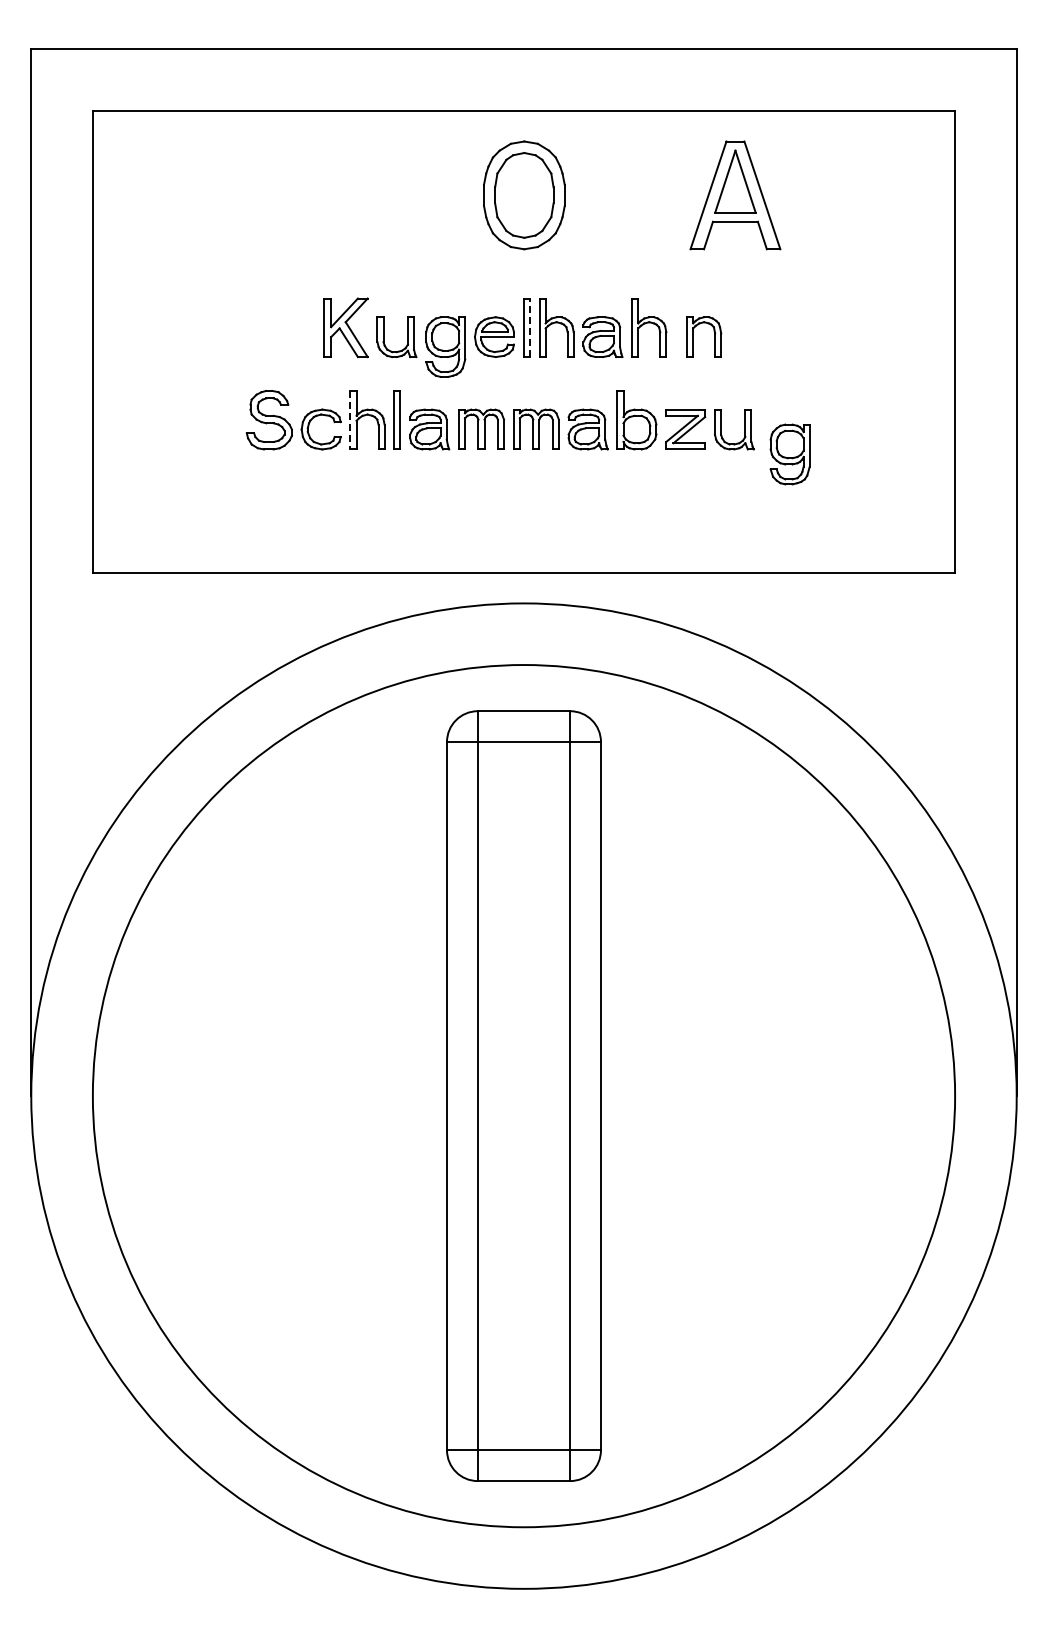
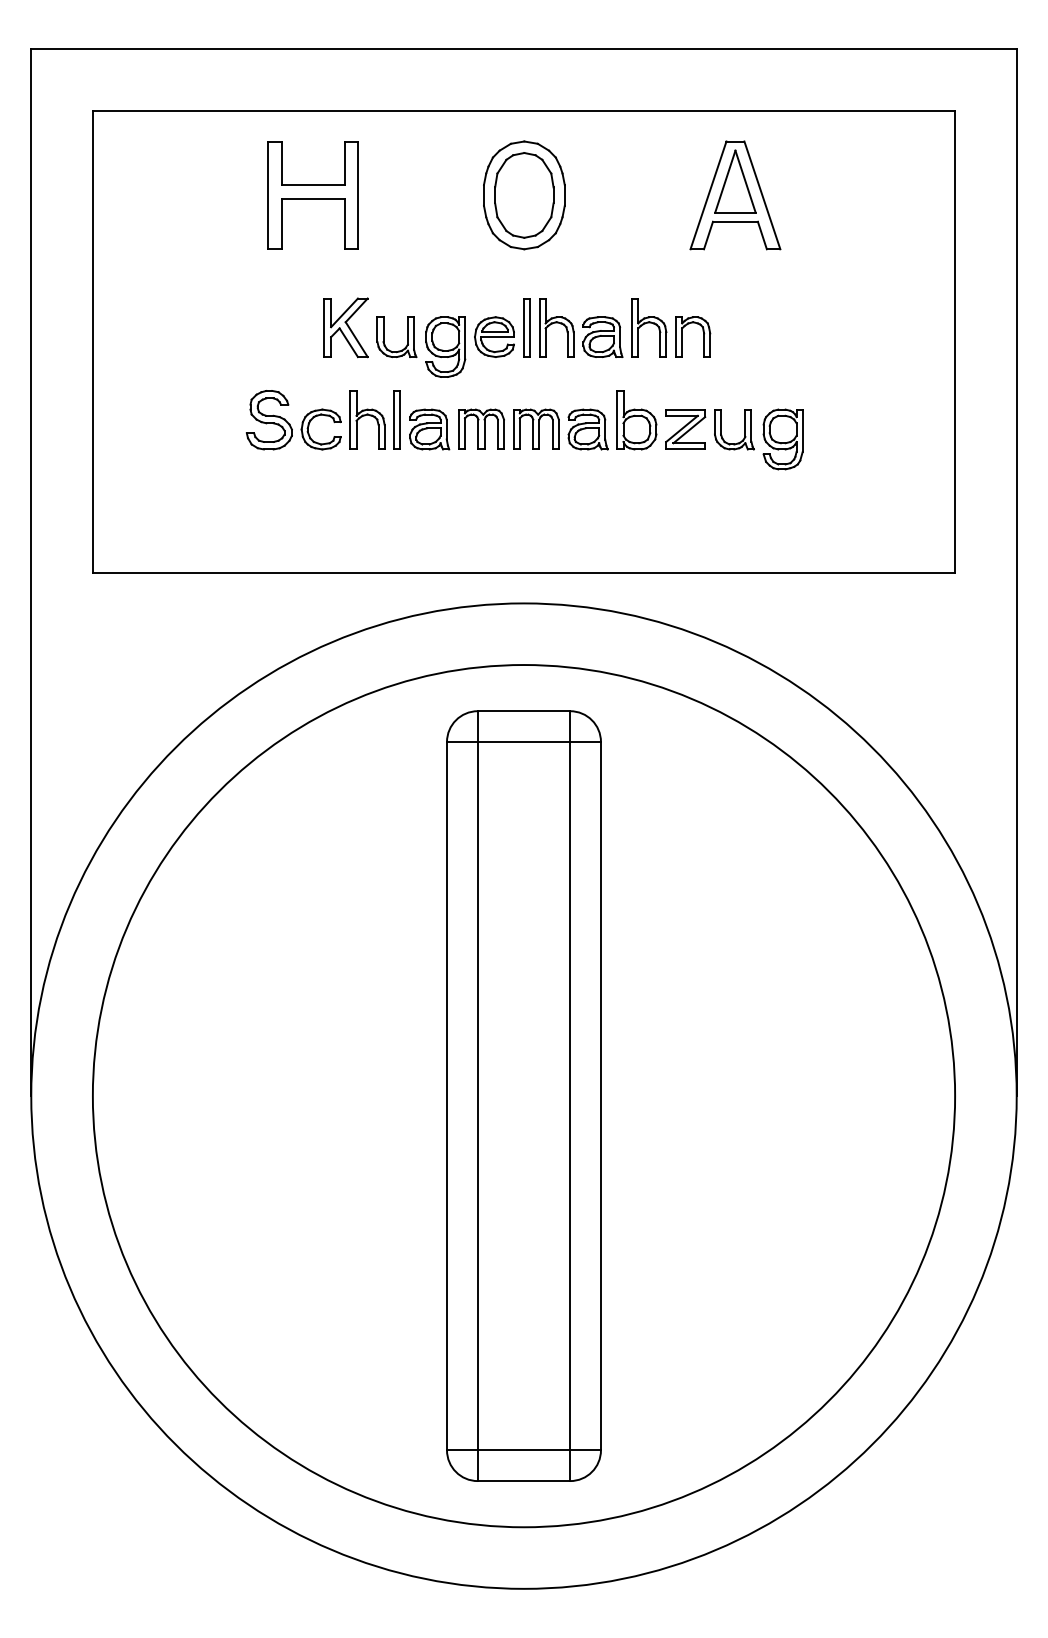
part at (312, 195): none -> present
line at (529, 327): dashed -> solid
part at (714, 336) position: (714, 336) -> (703, 336)
line at (350, 420): dashed -> solid
part at (789, 454) position: (789, 454) -> (782, 439)
